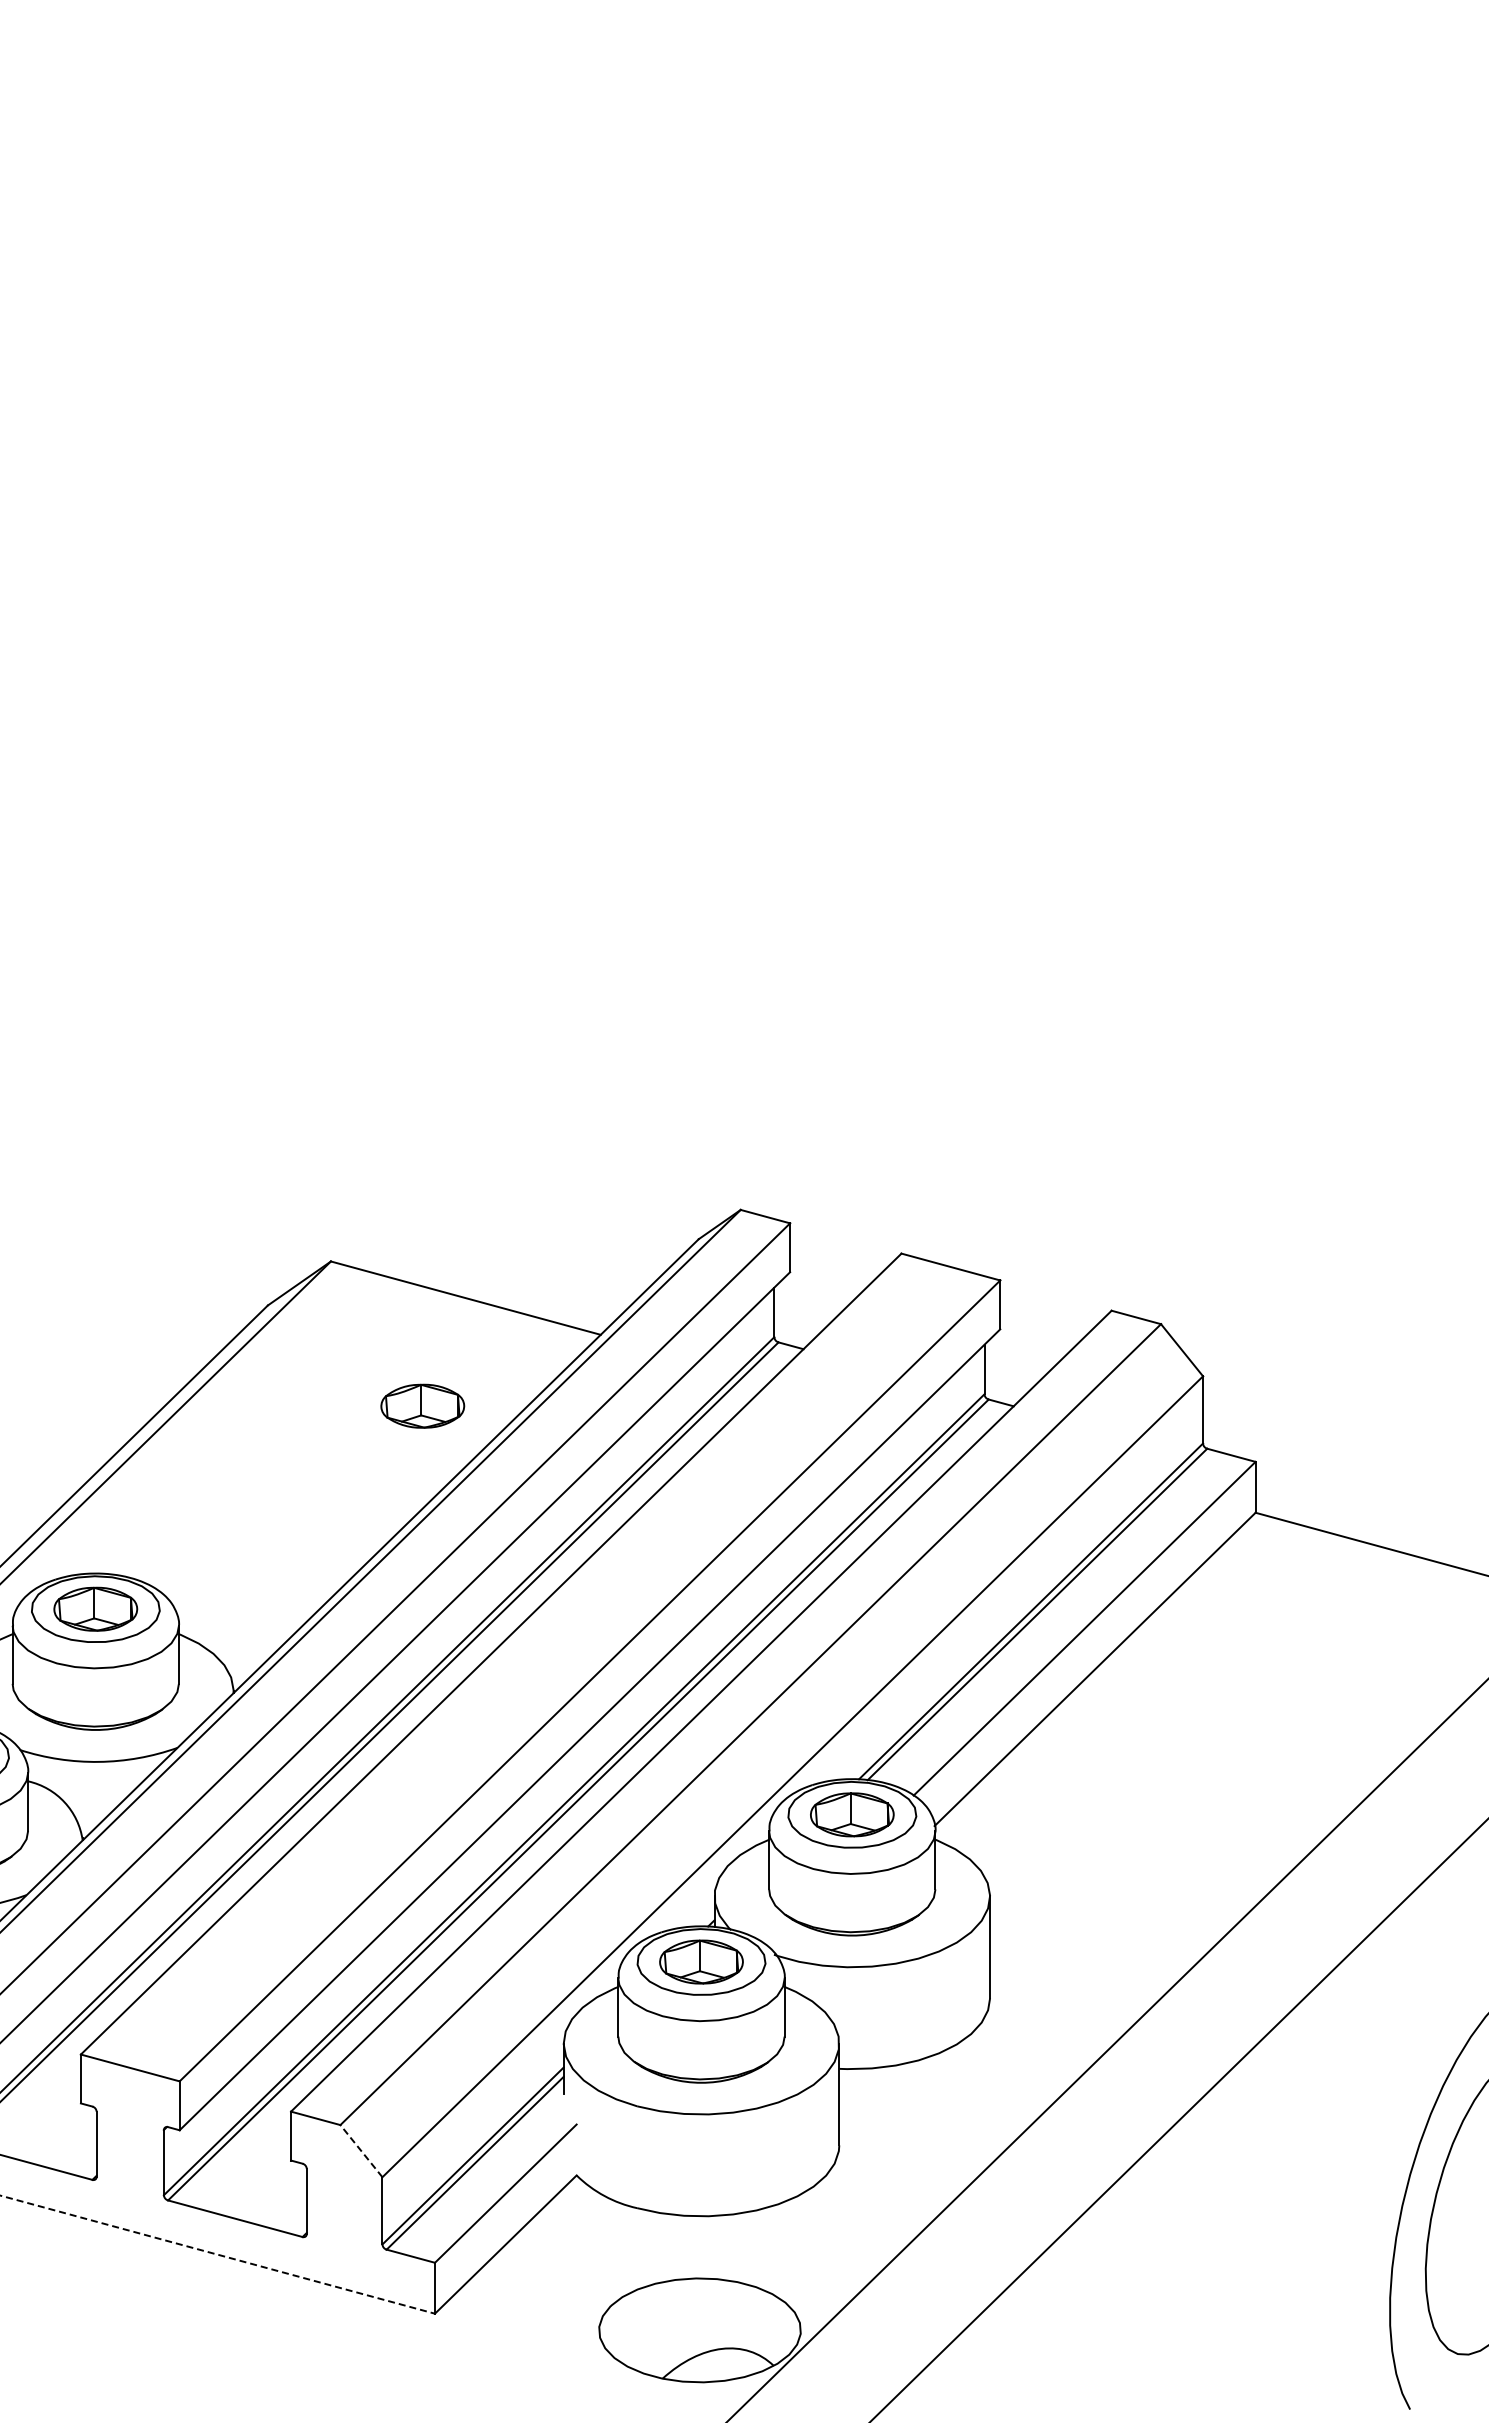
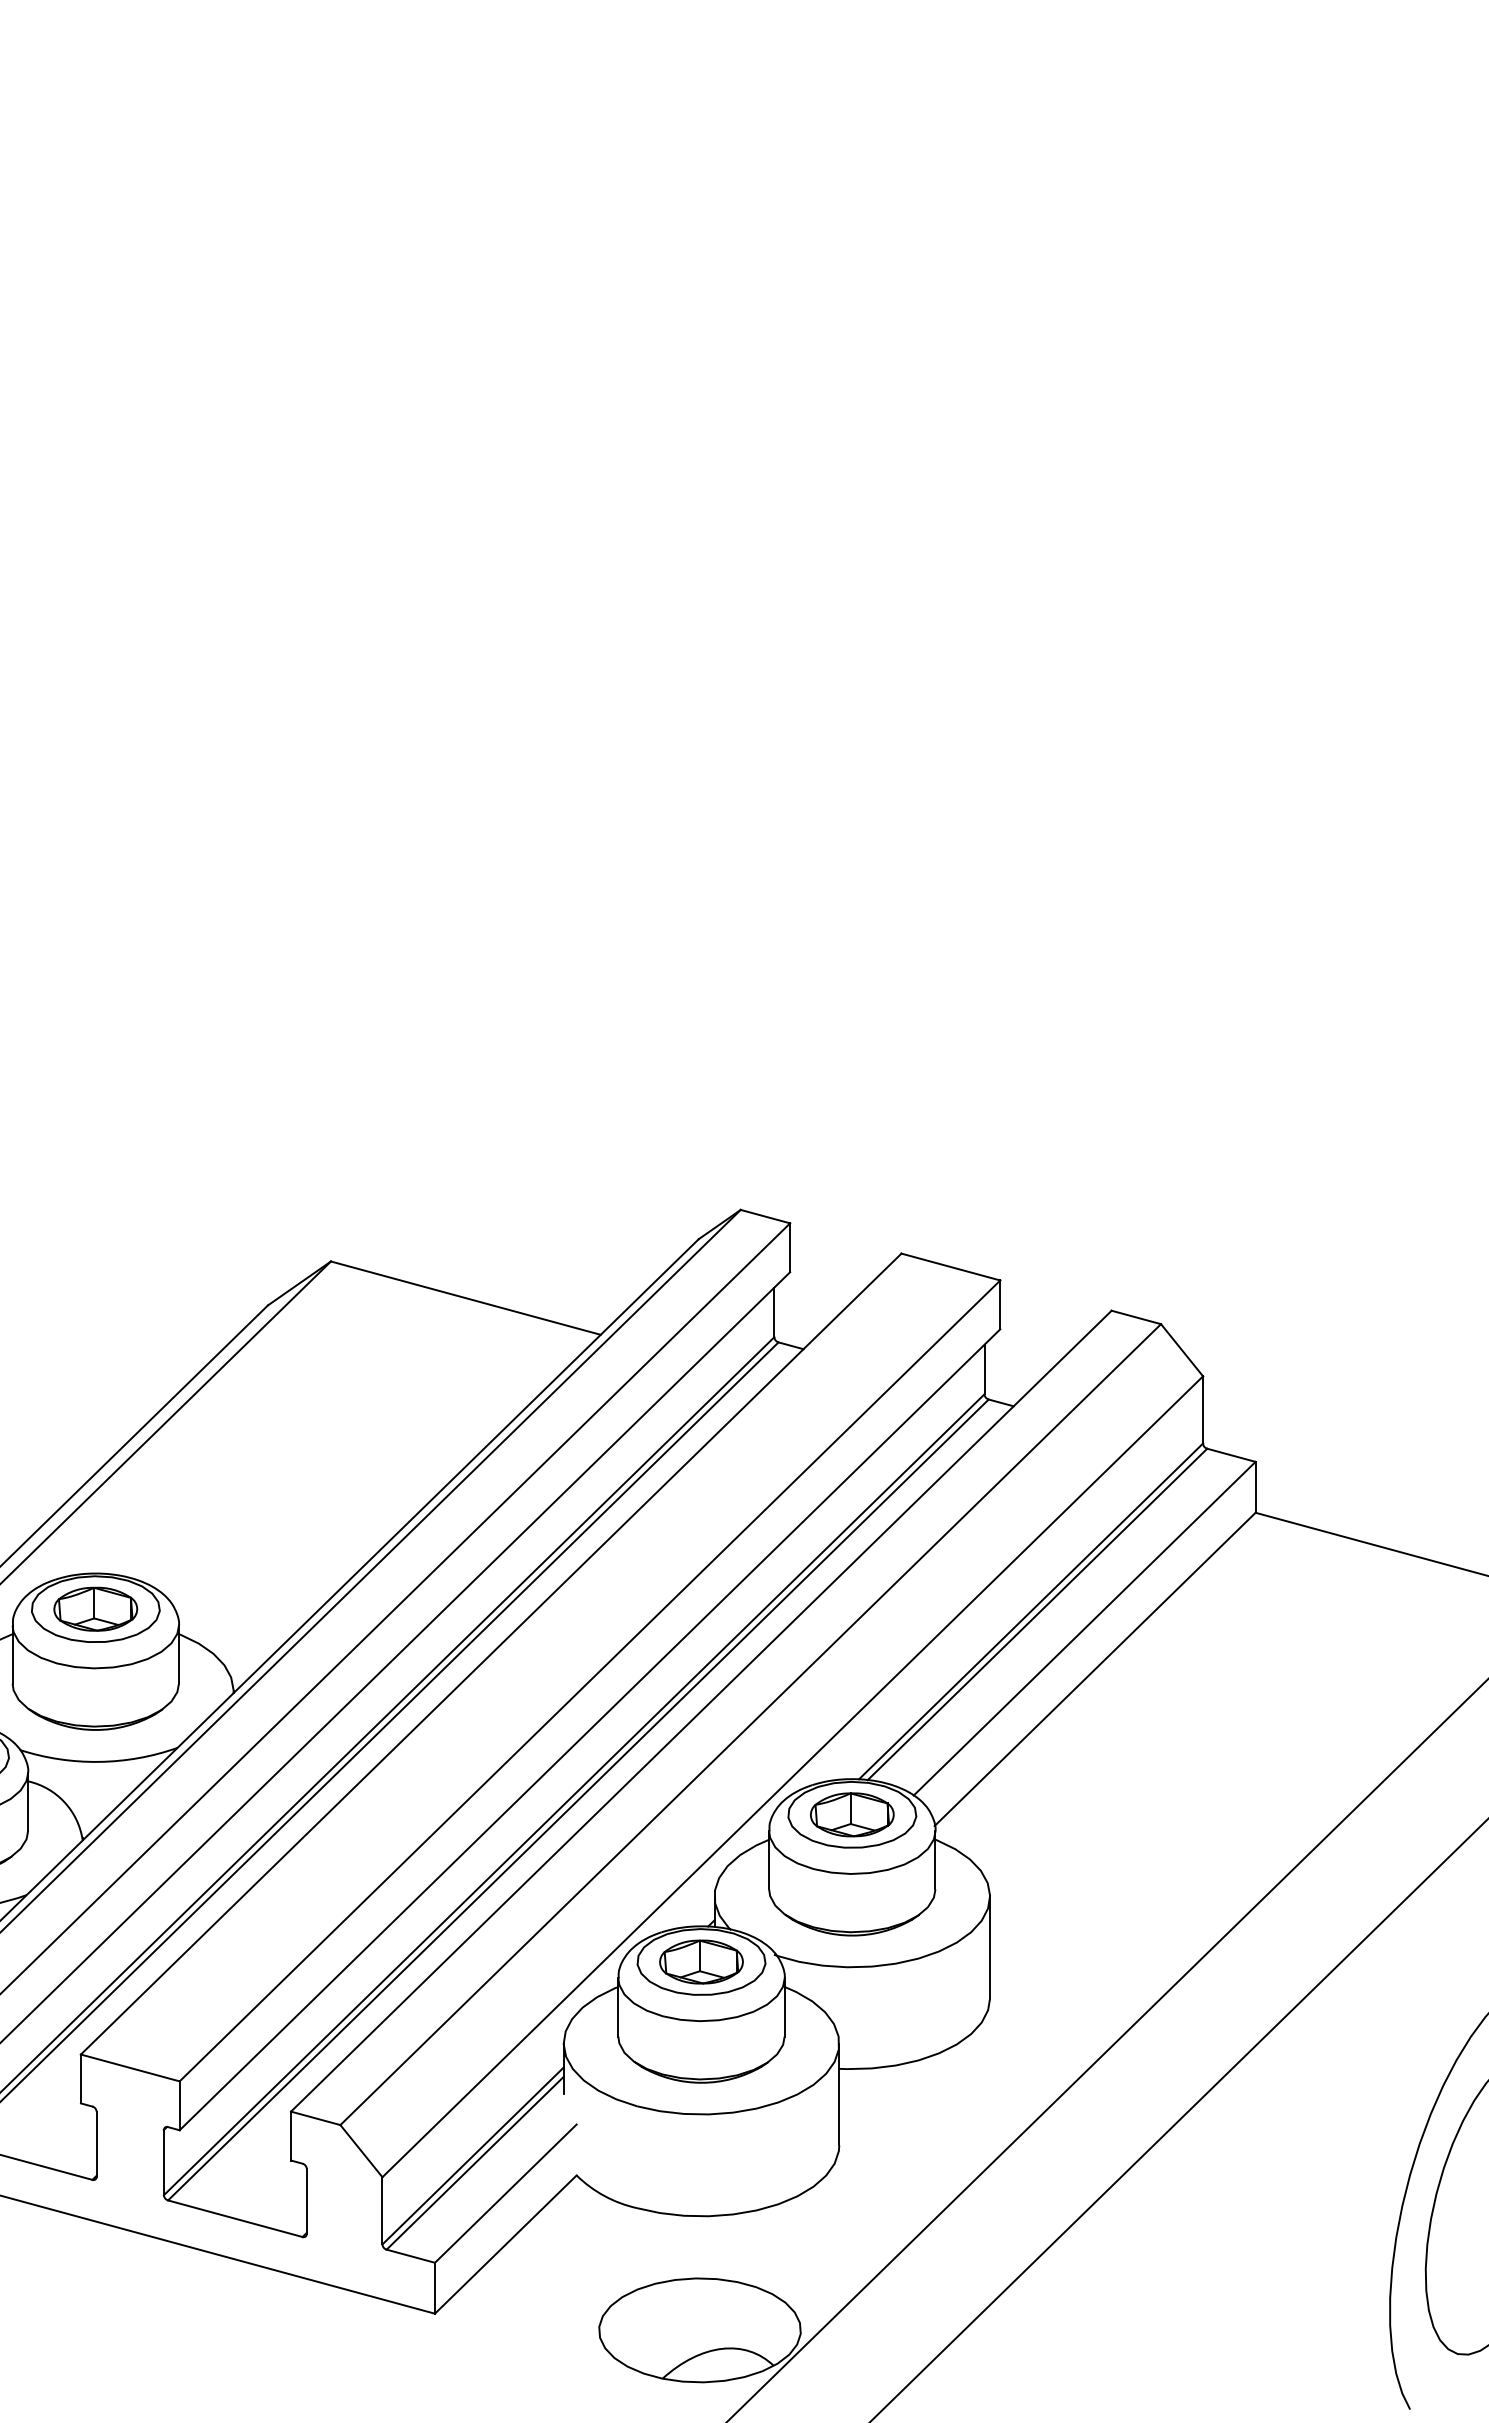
part at (422, 1405): present -> none
line at (361, 2150): dashed -> solid
line at (218, 2254): dashed -> solid
